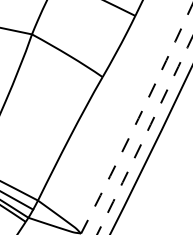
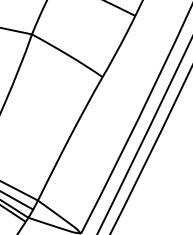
arc at (138, 118): dashed -> solid
arc at (145, 135): dashed -> solid
